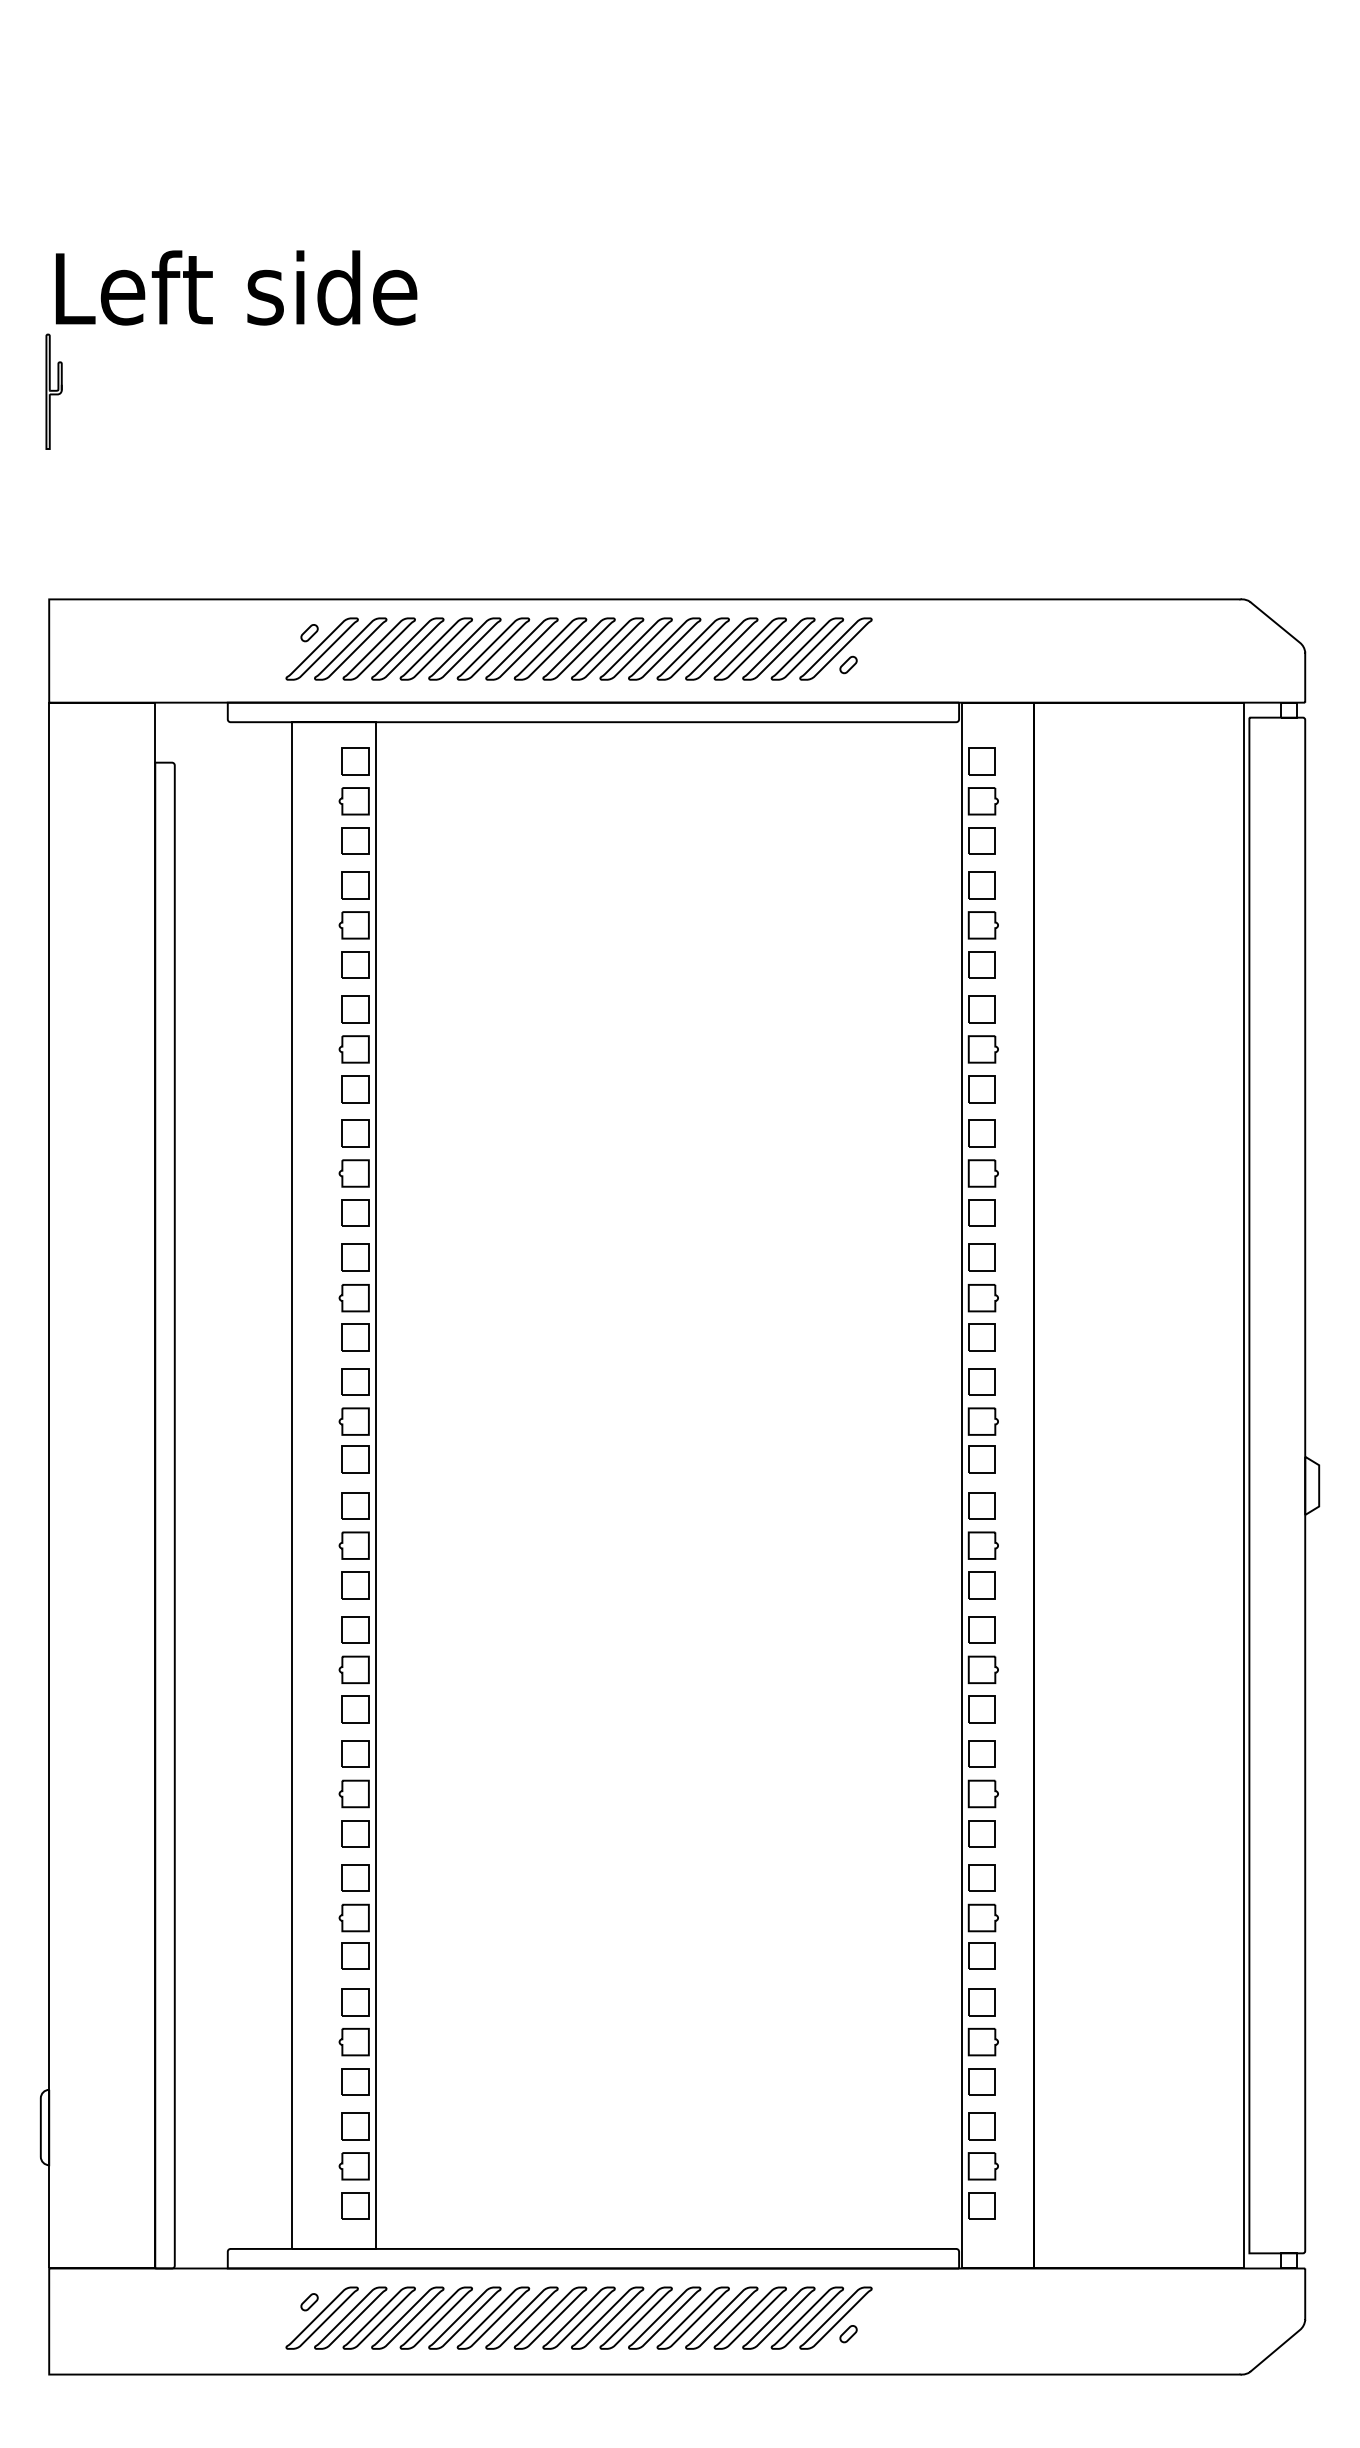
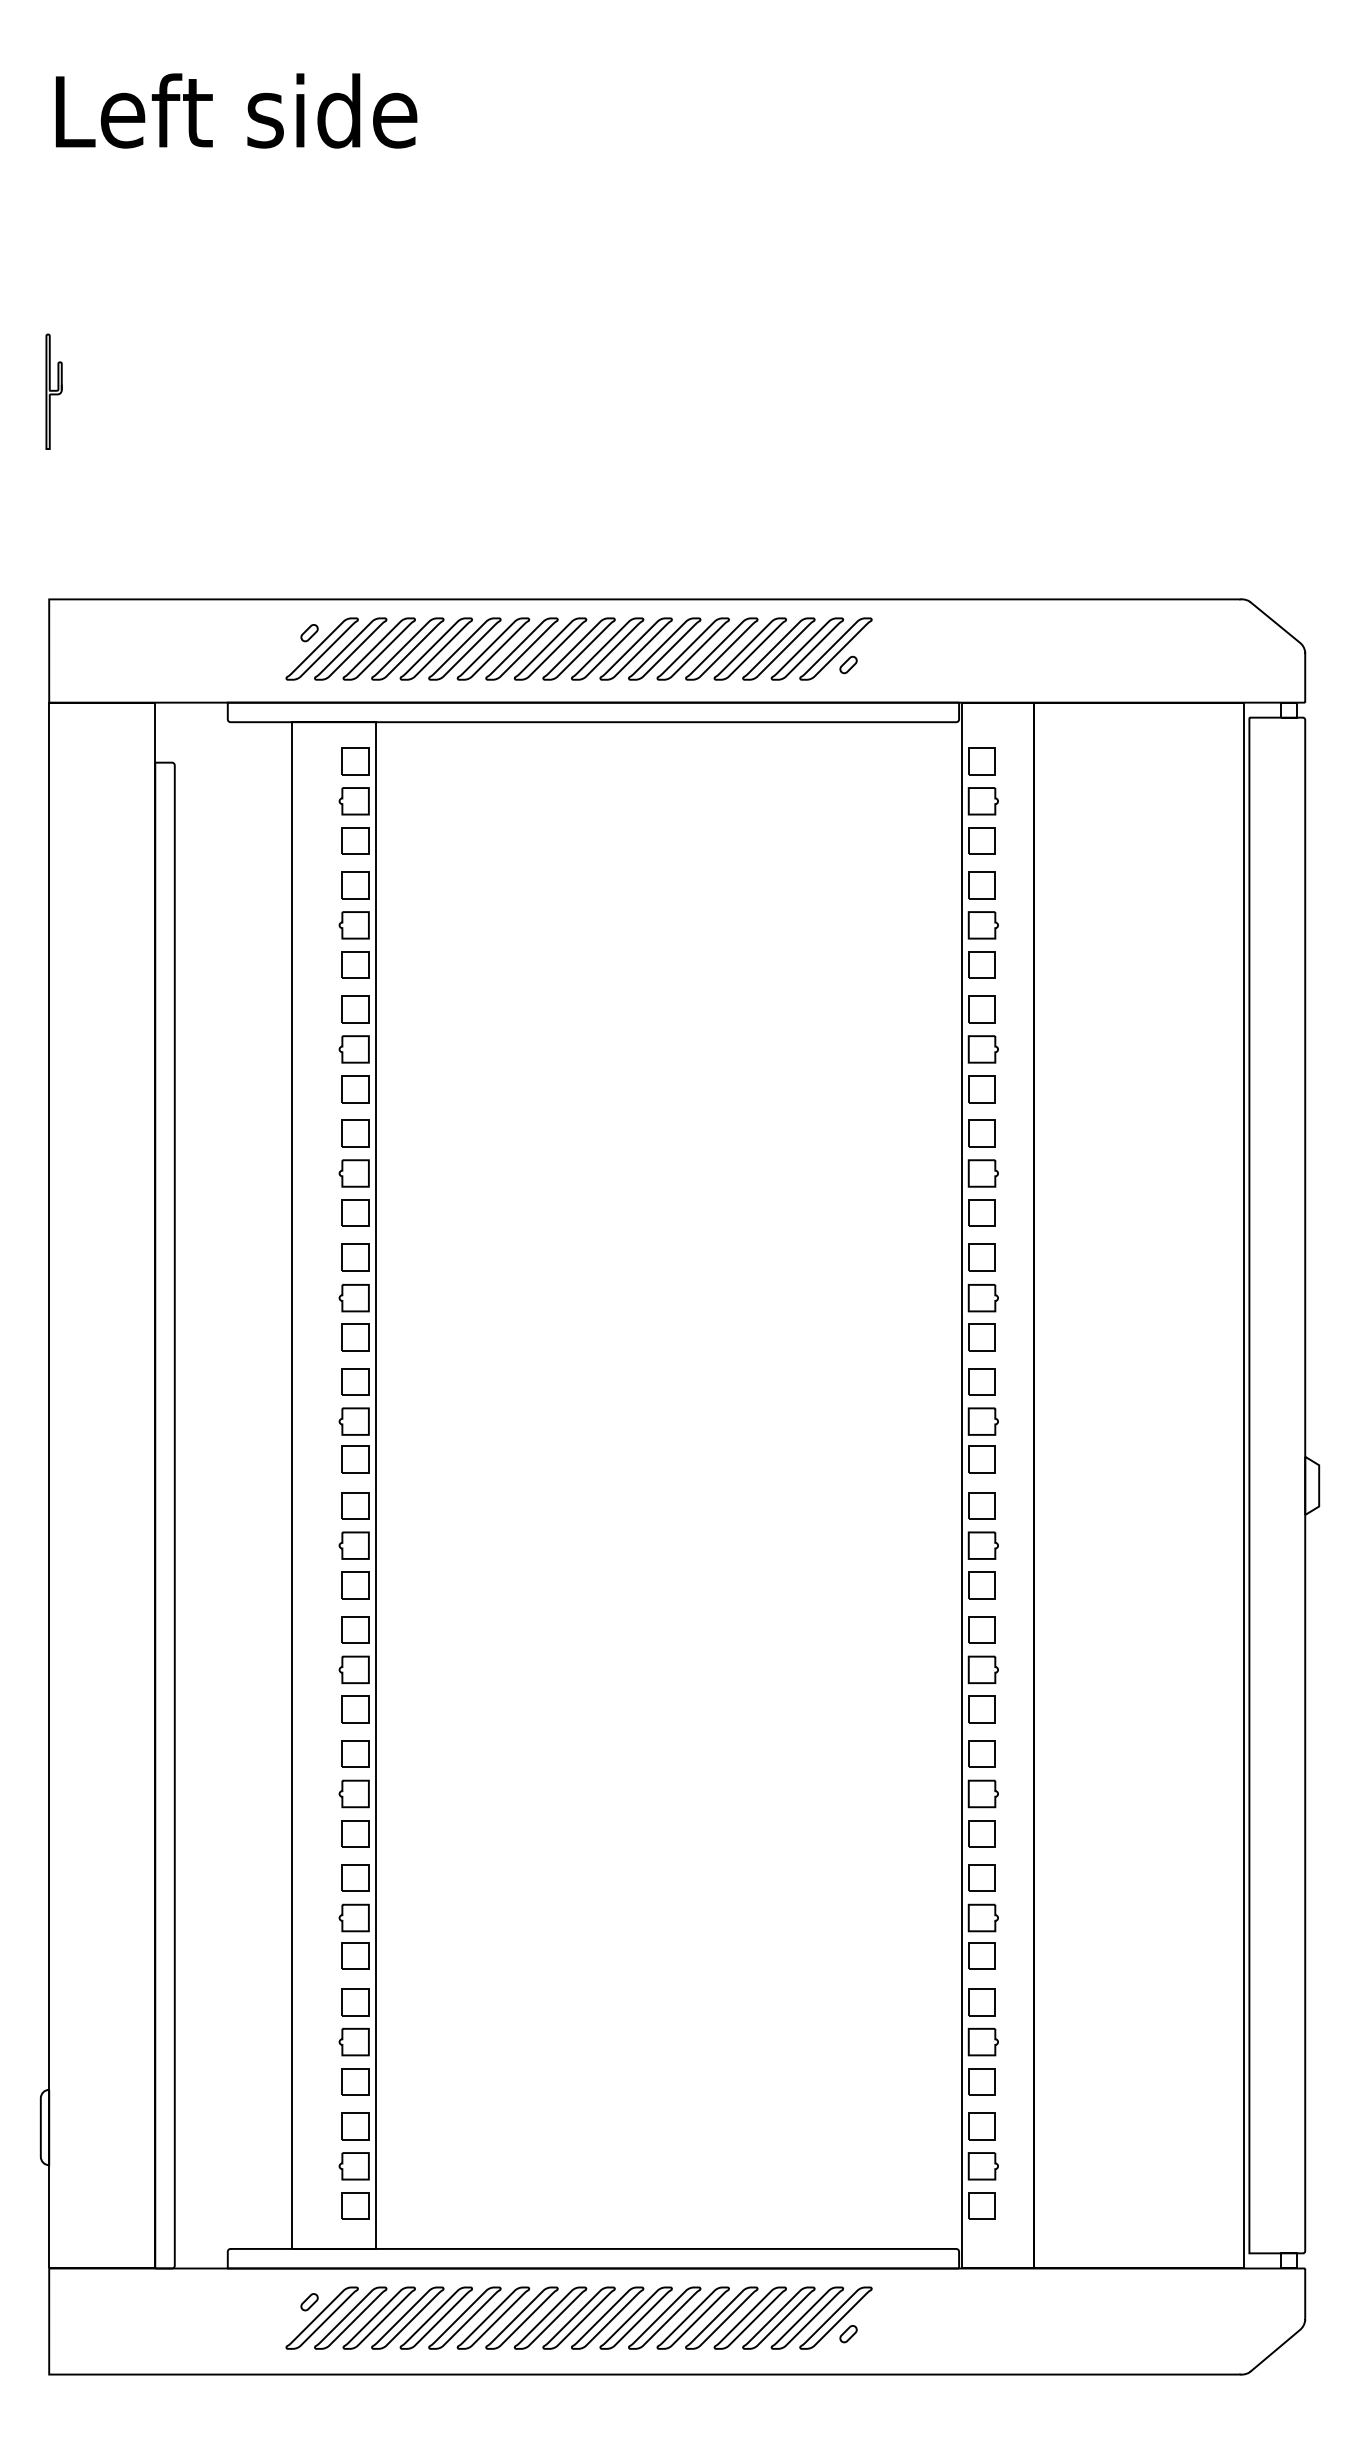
text at (236, 287) position: (236, 287) -> (236, 110)
